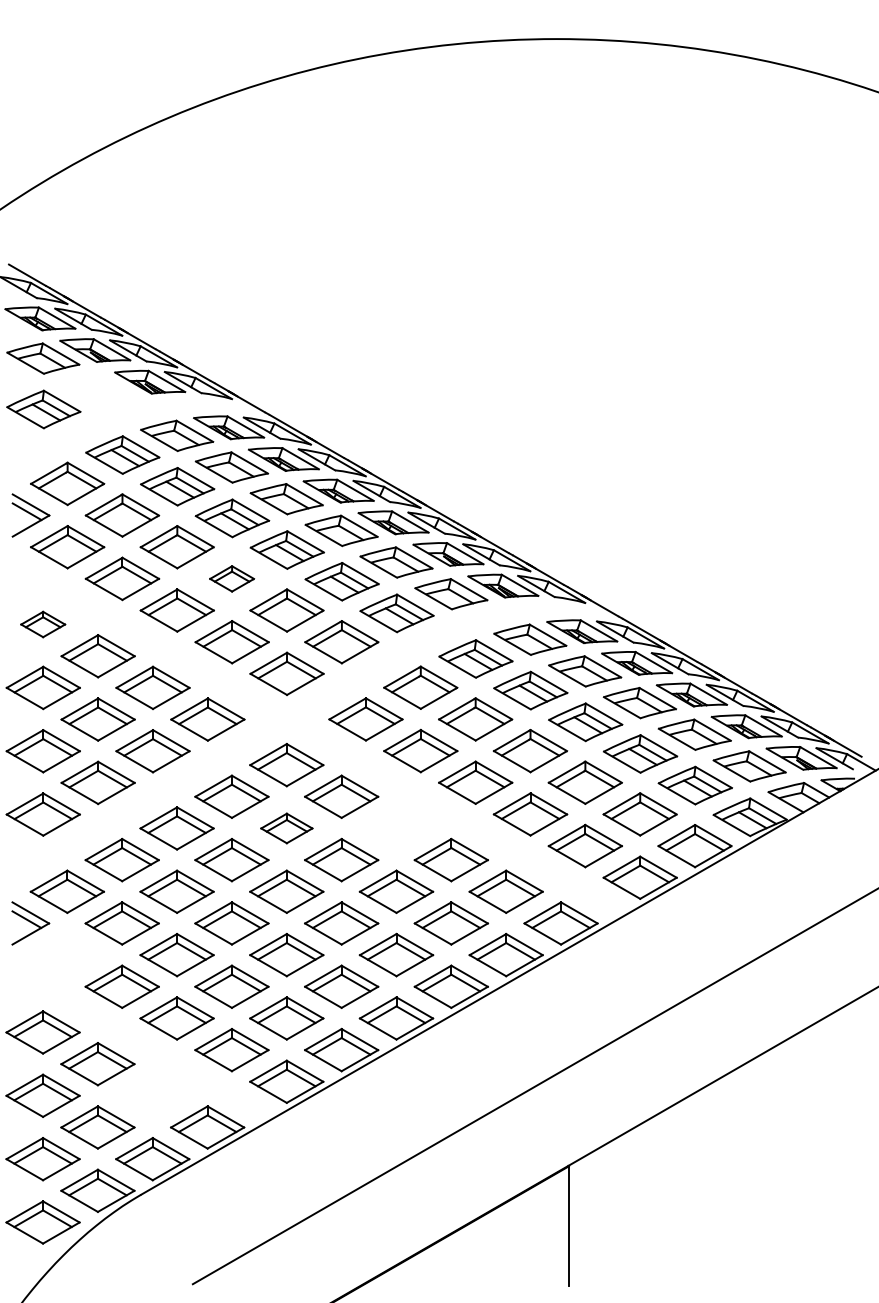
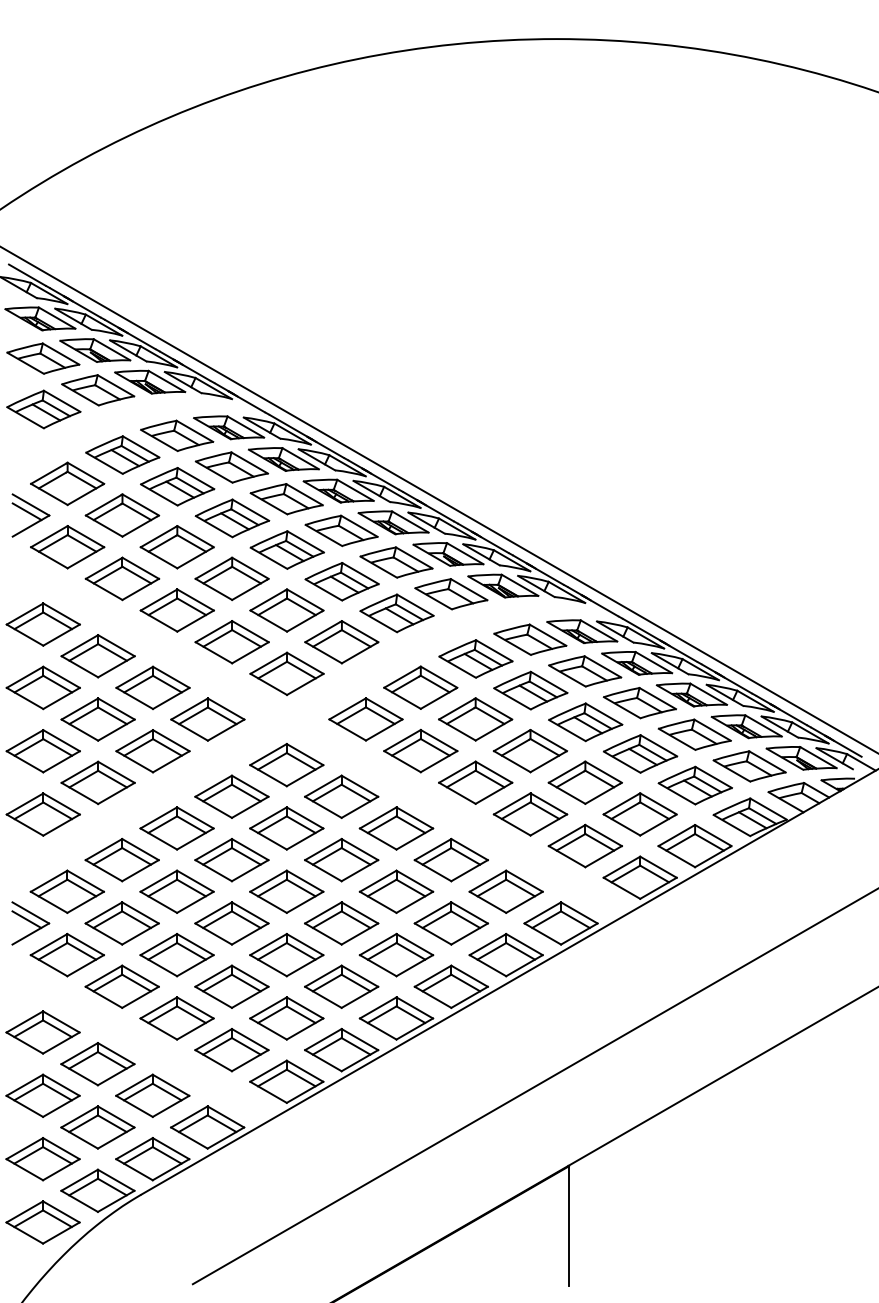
part at (98, 390): none -> present
line at (438, 499): none -> present
part at (232, 578) size: 47x28 px -> 76x46 px
part at (43, 624) size: 47x29 px -> 76x45 px
part at (286, 828) size: 54x33 px -> 76x45 px
part at (396, 828): none -> present
part at (66, 954): none -> present
part at (152, 1095): none -> present
